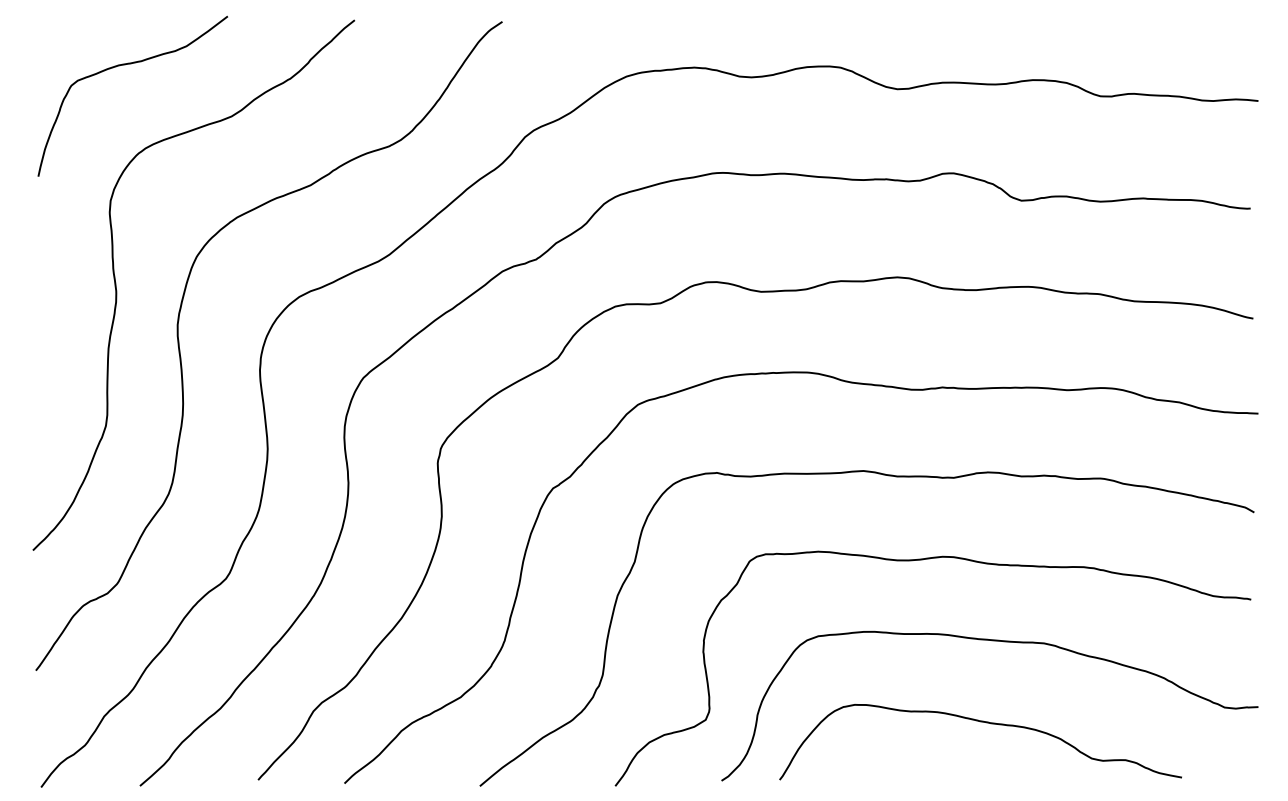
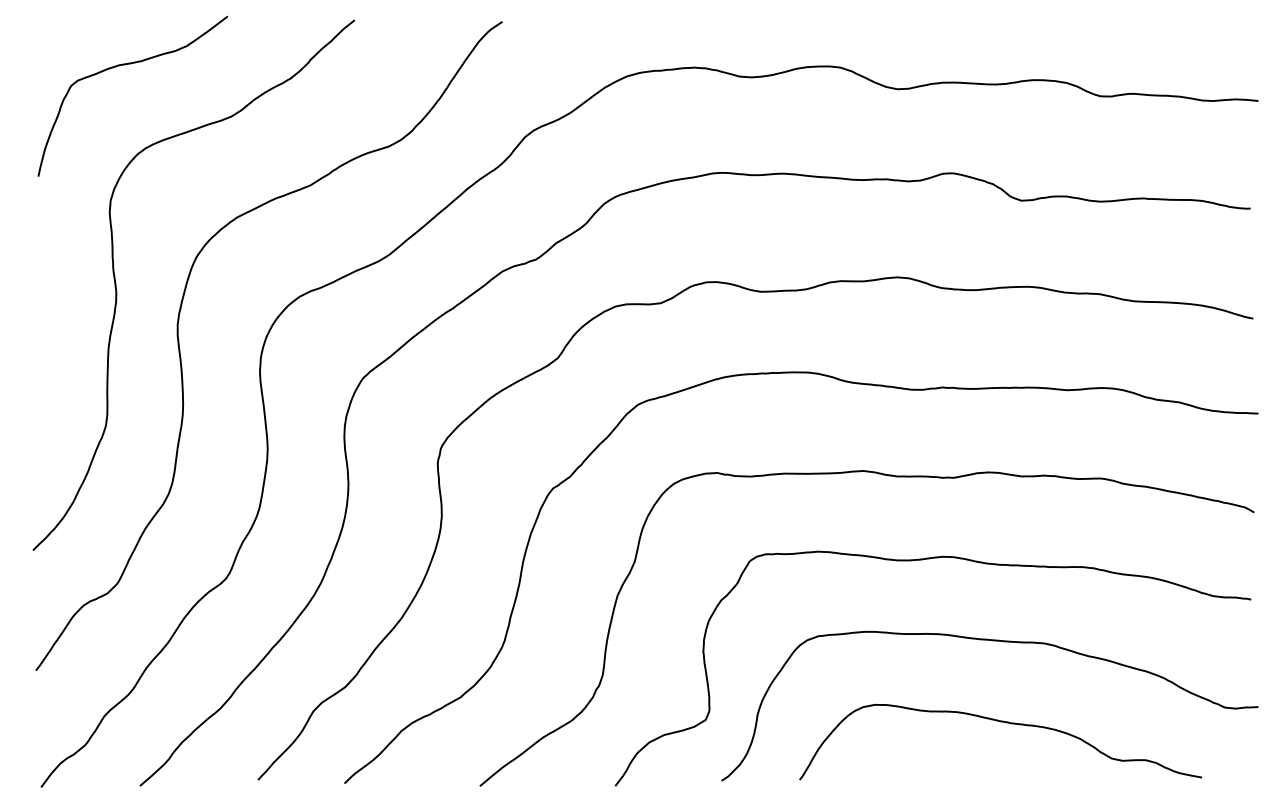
curve at (986, 723) position: (986, 723) -> (1006, 723)
